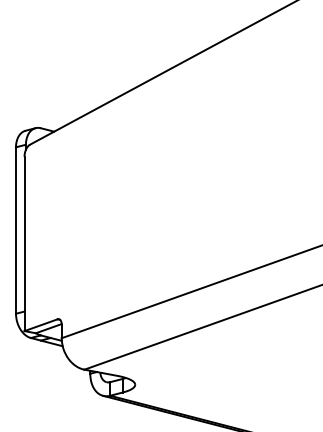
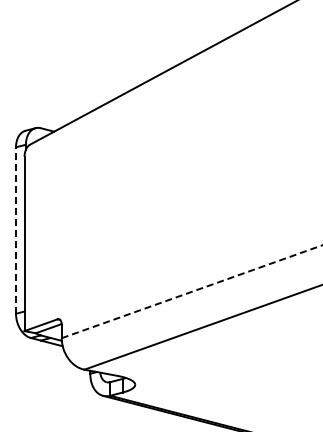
line at (16, 230): solid -> dashed
line at (192, 291): solid -> dashed
